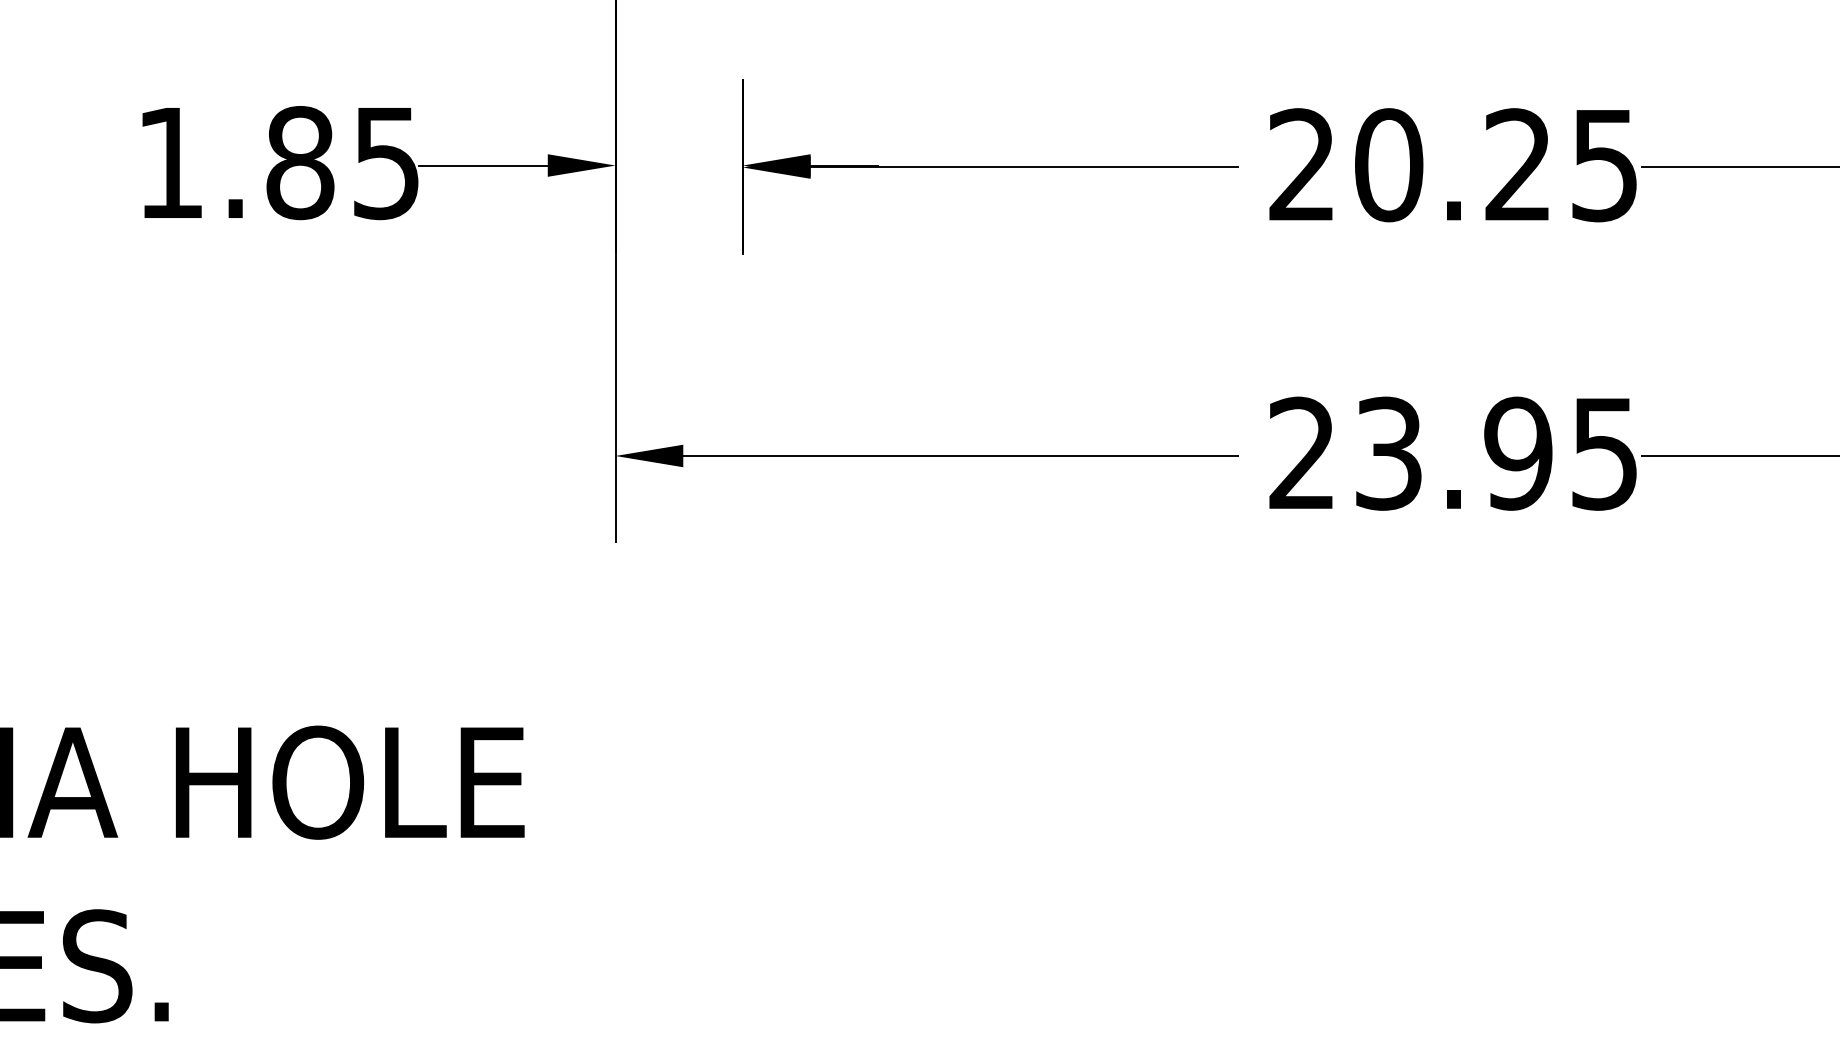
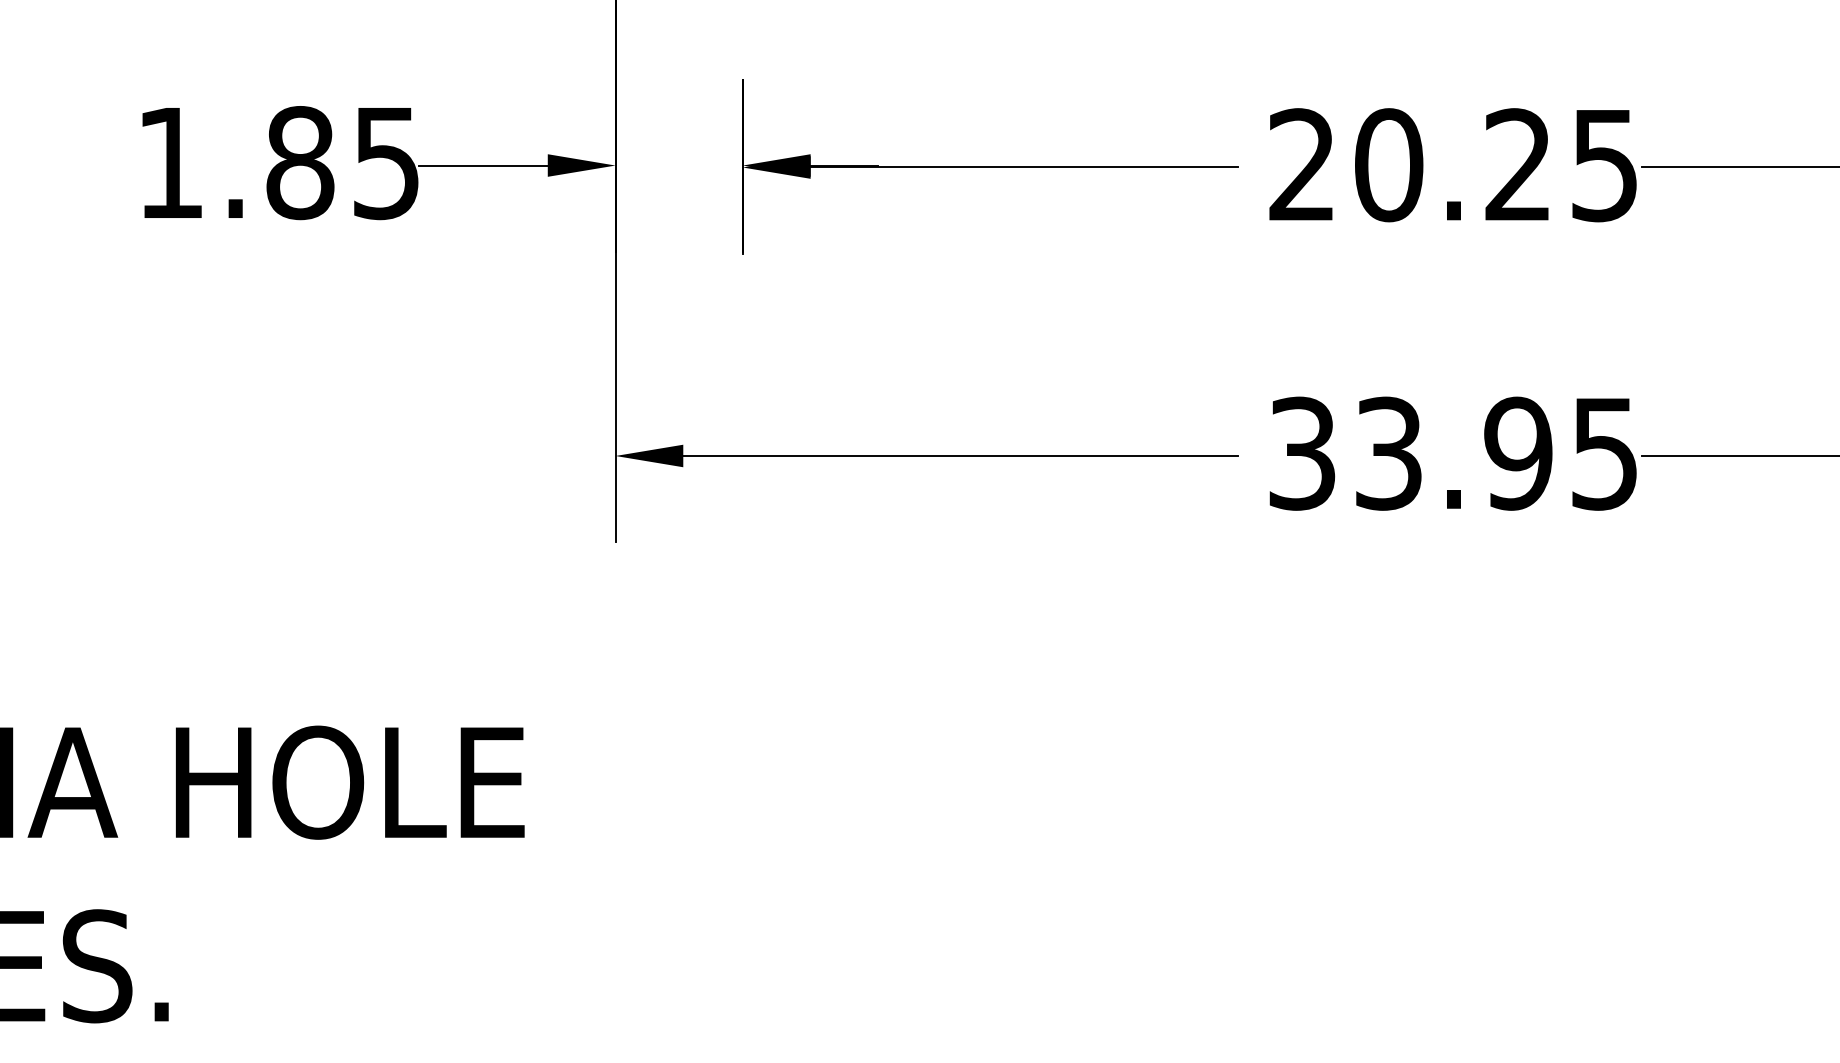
text at (1302, 453): 23.95 -> 33.95
